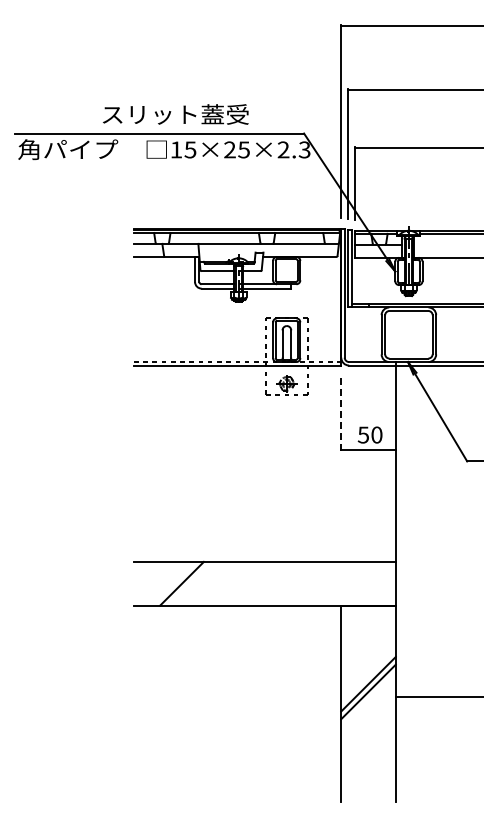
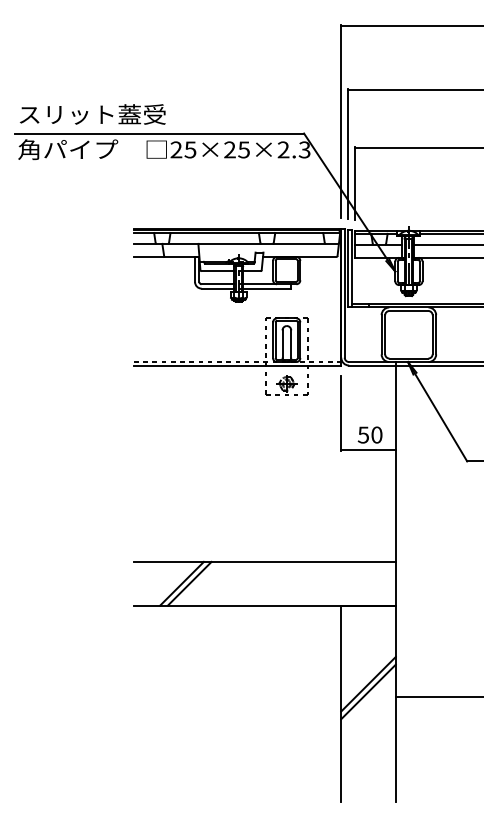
text at (175, 114) position: (175, 114) -> (92, 114)
text at (176, 149): 15×25×2.3 -> 25×25×2.3
line at (447, 244): none -> present
line at (341, 413): dashed -> solid
line at (189, 583): none -> present
